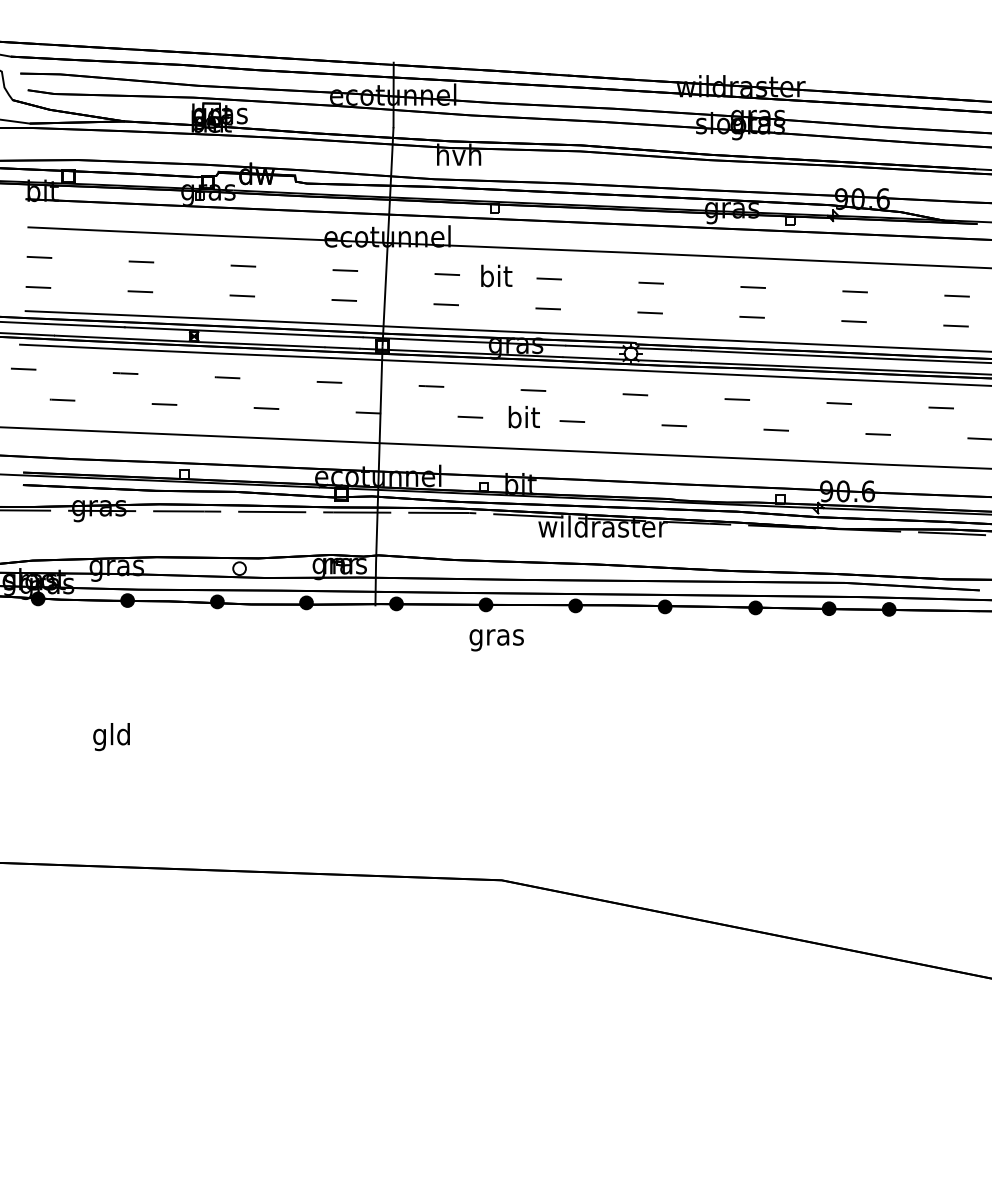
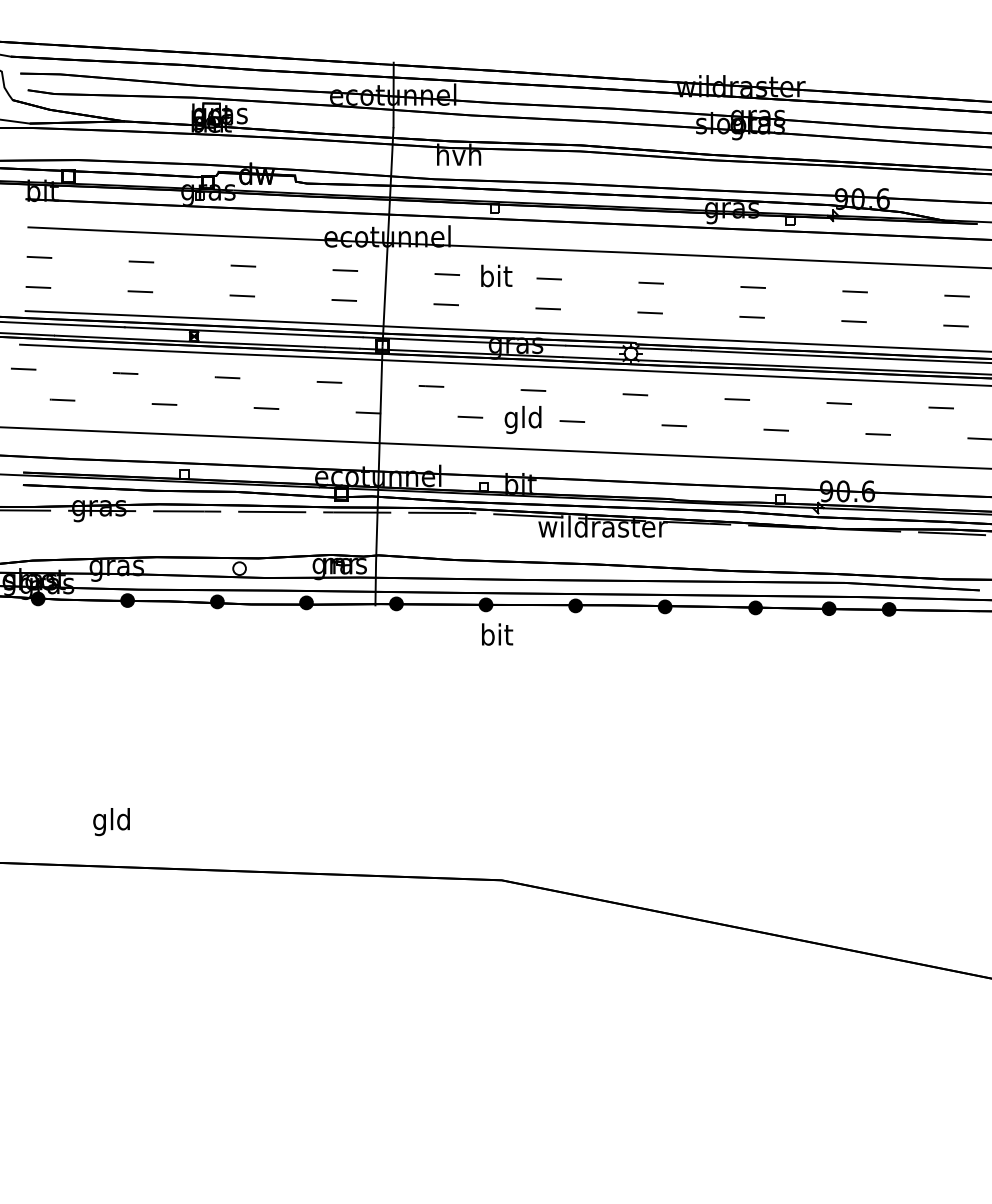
text at (522, 420): bit -> gld
text at (496, 637): gras -> bit
text at (111, 737) position: (111, 737) -> (111, 822)
